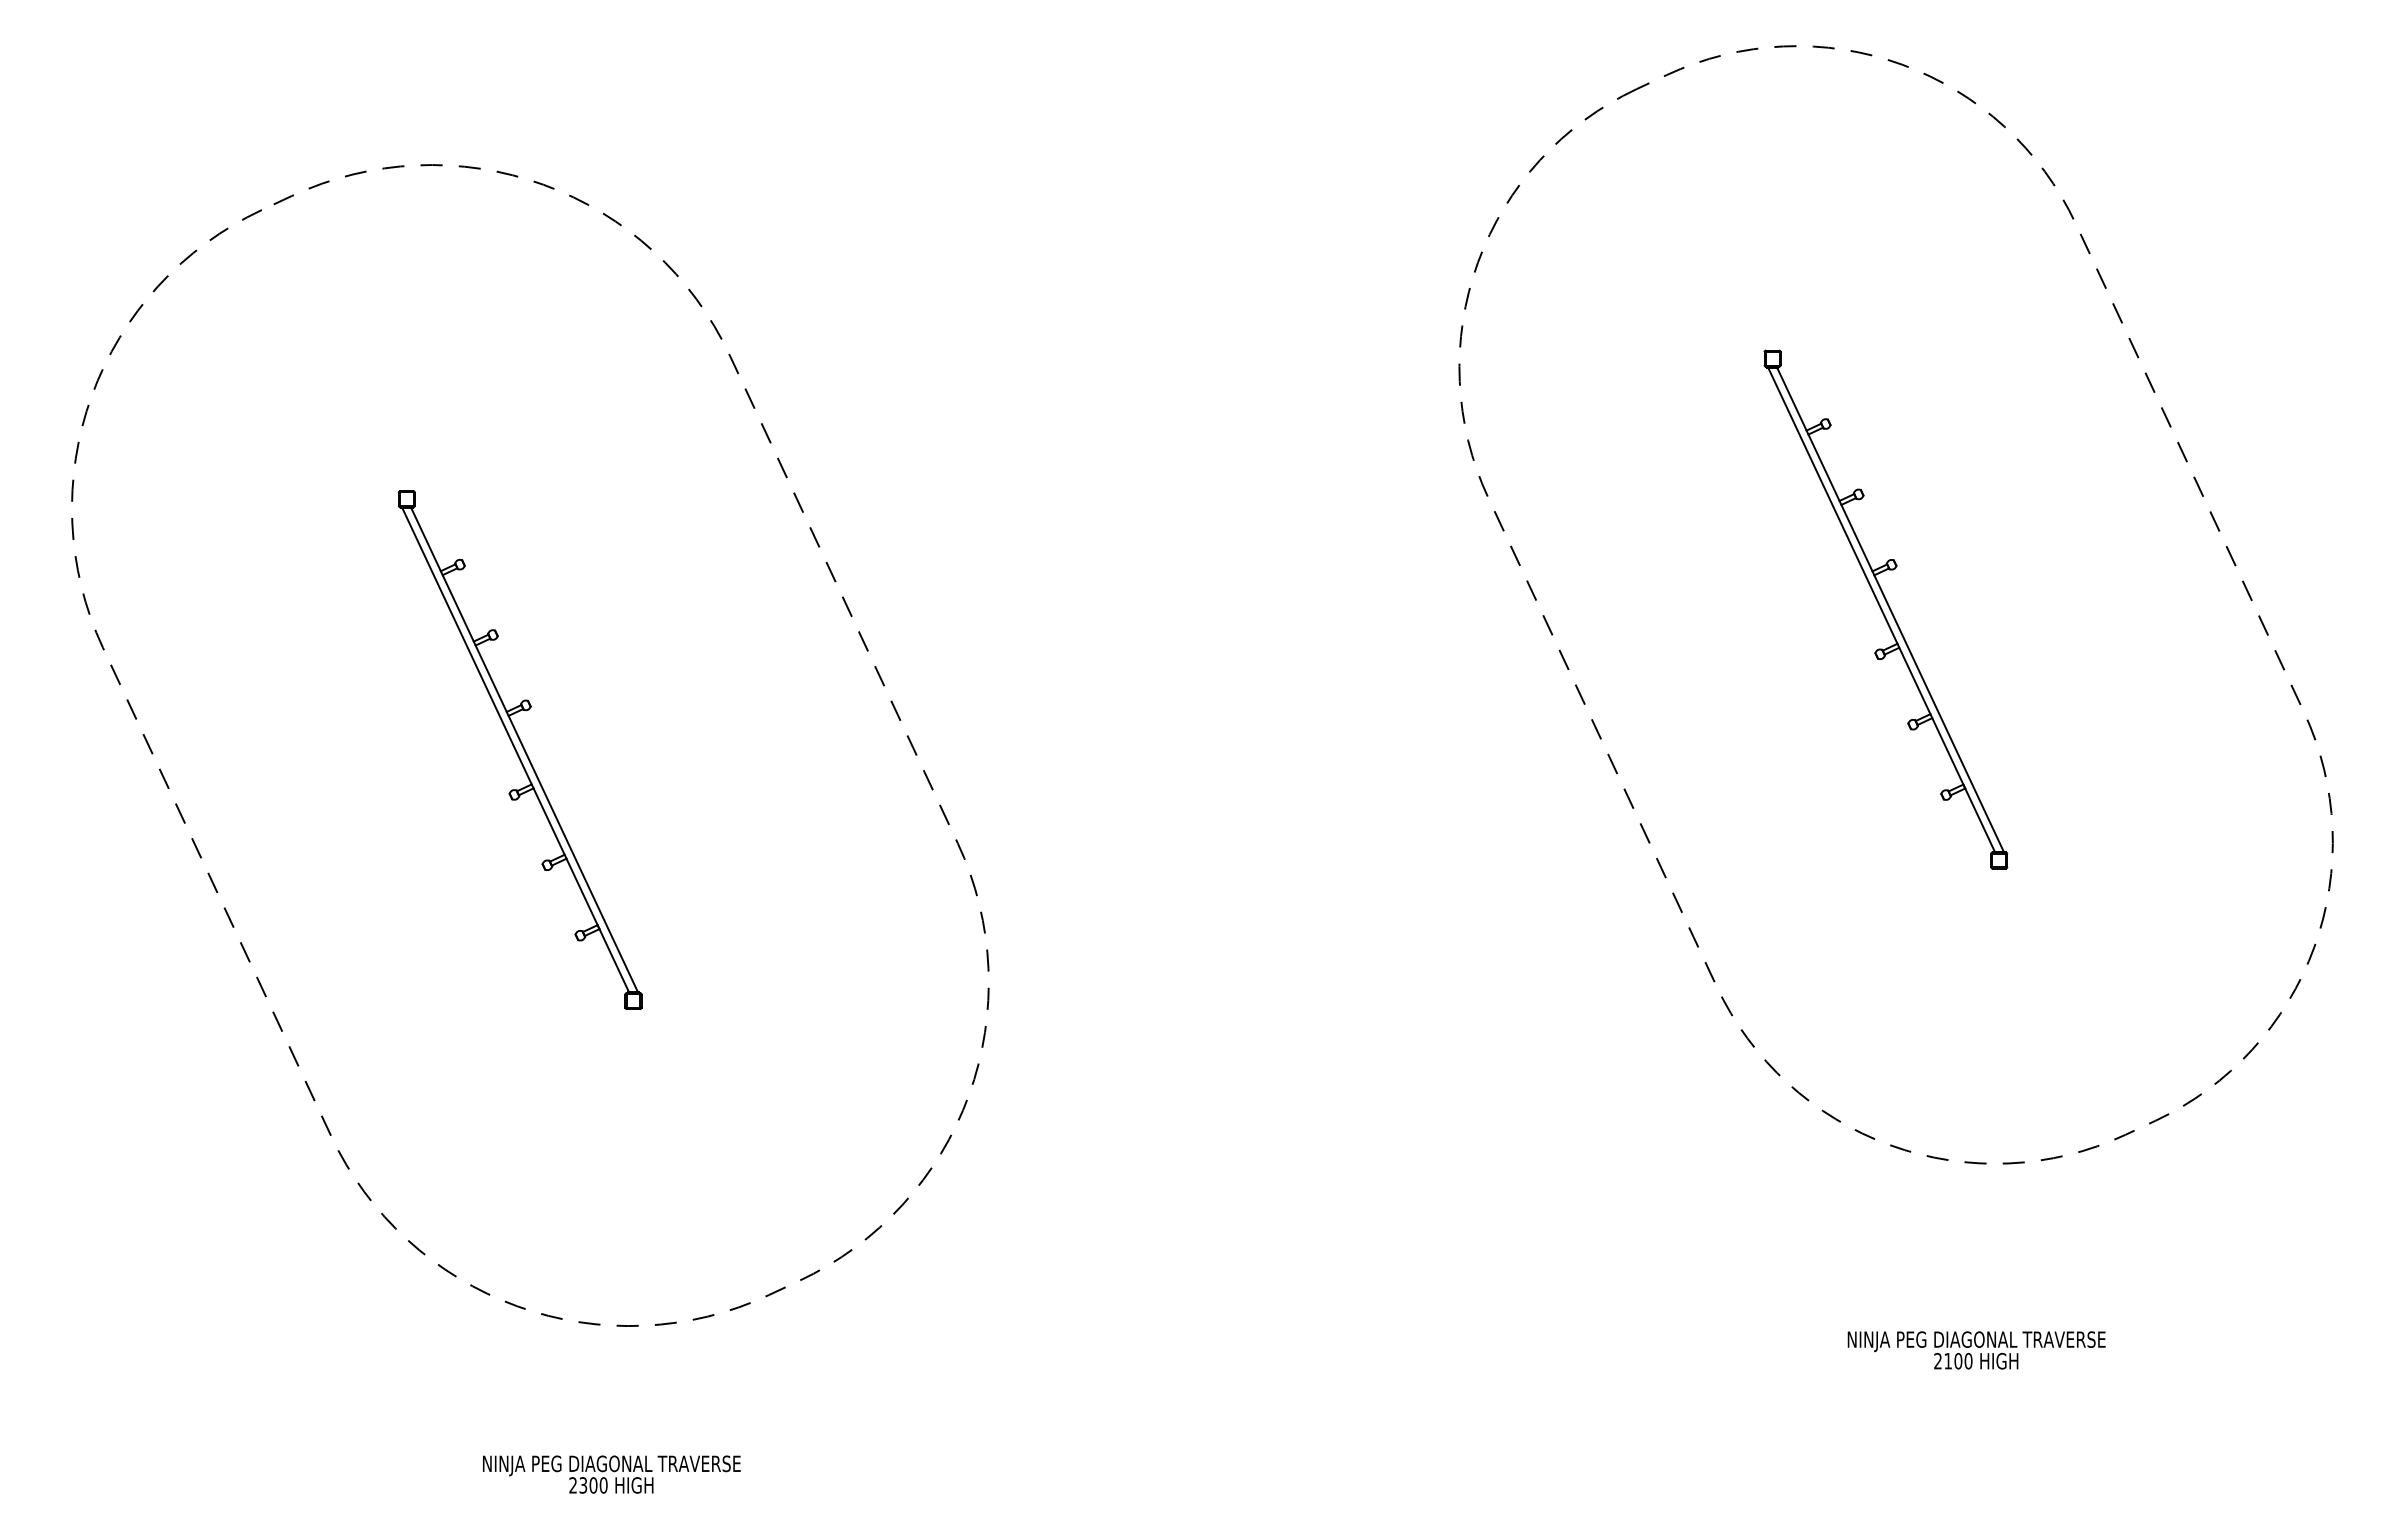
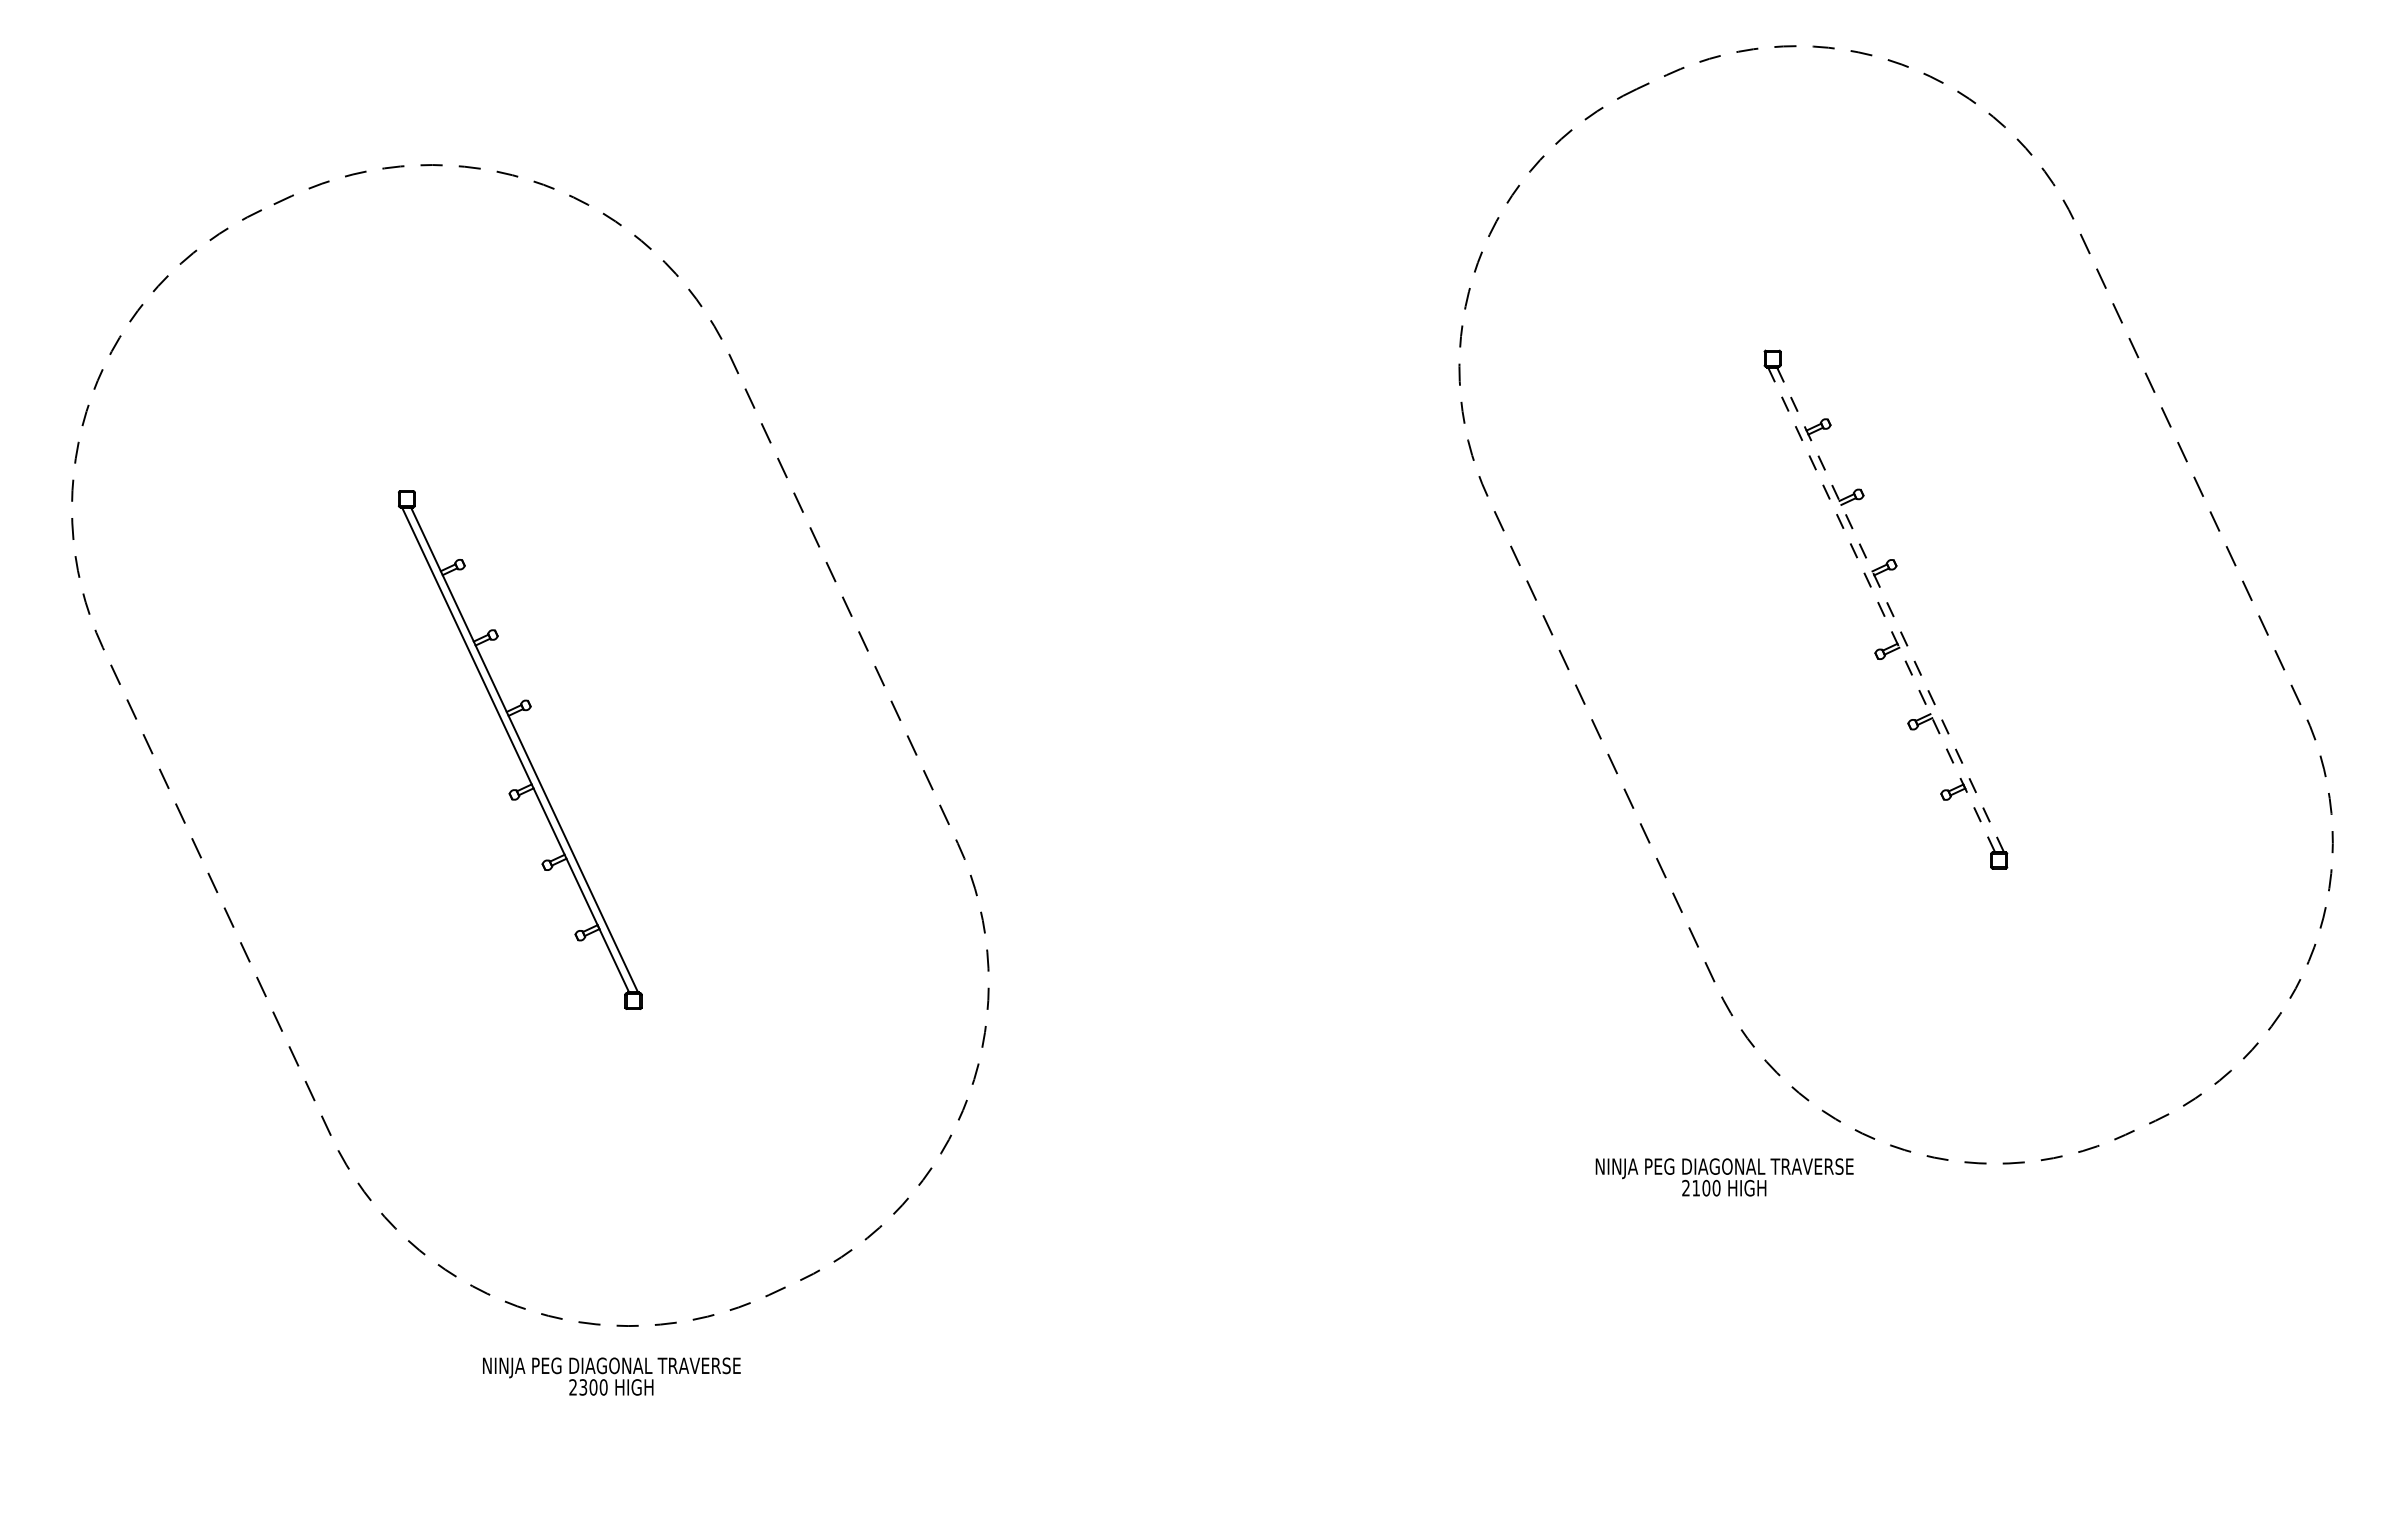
line at (1890, 609): solid -> dashed
line at (1881, 610): solid -> dashed
text at (1976, 1350) position: (1976, 1350) -> (1724, 1177)
text at (611, 1474) position: (611, 1474) -> (611, 1376)
